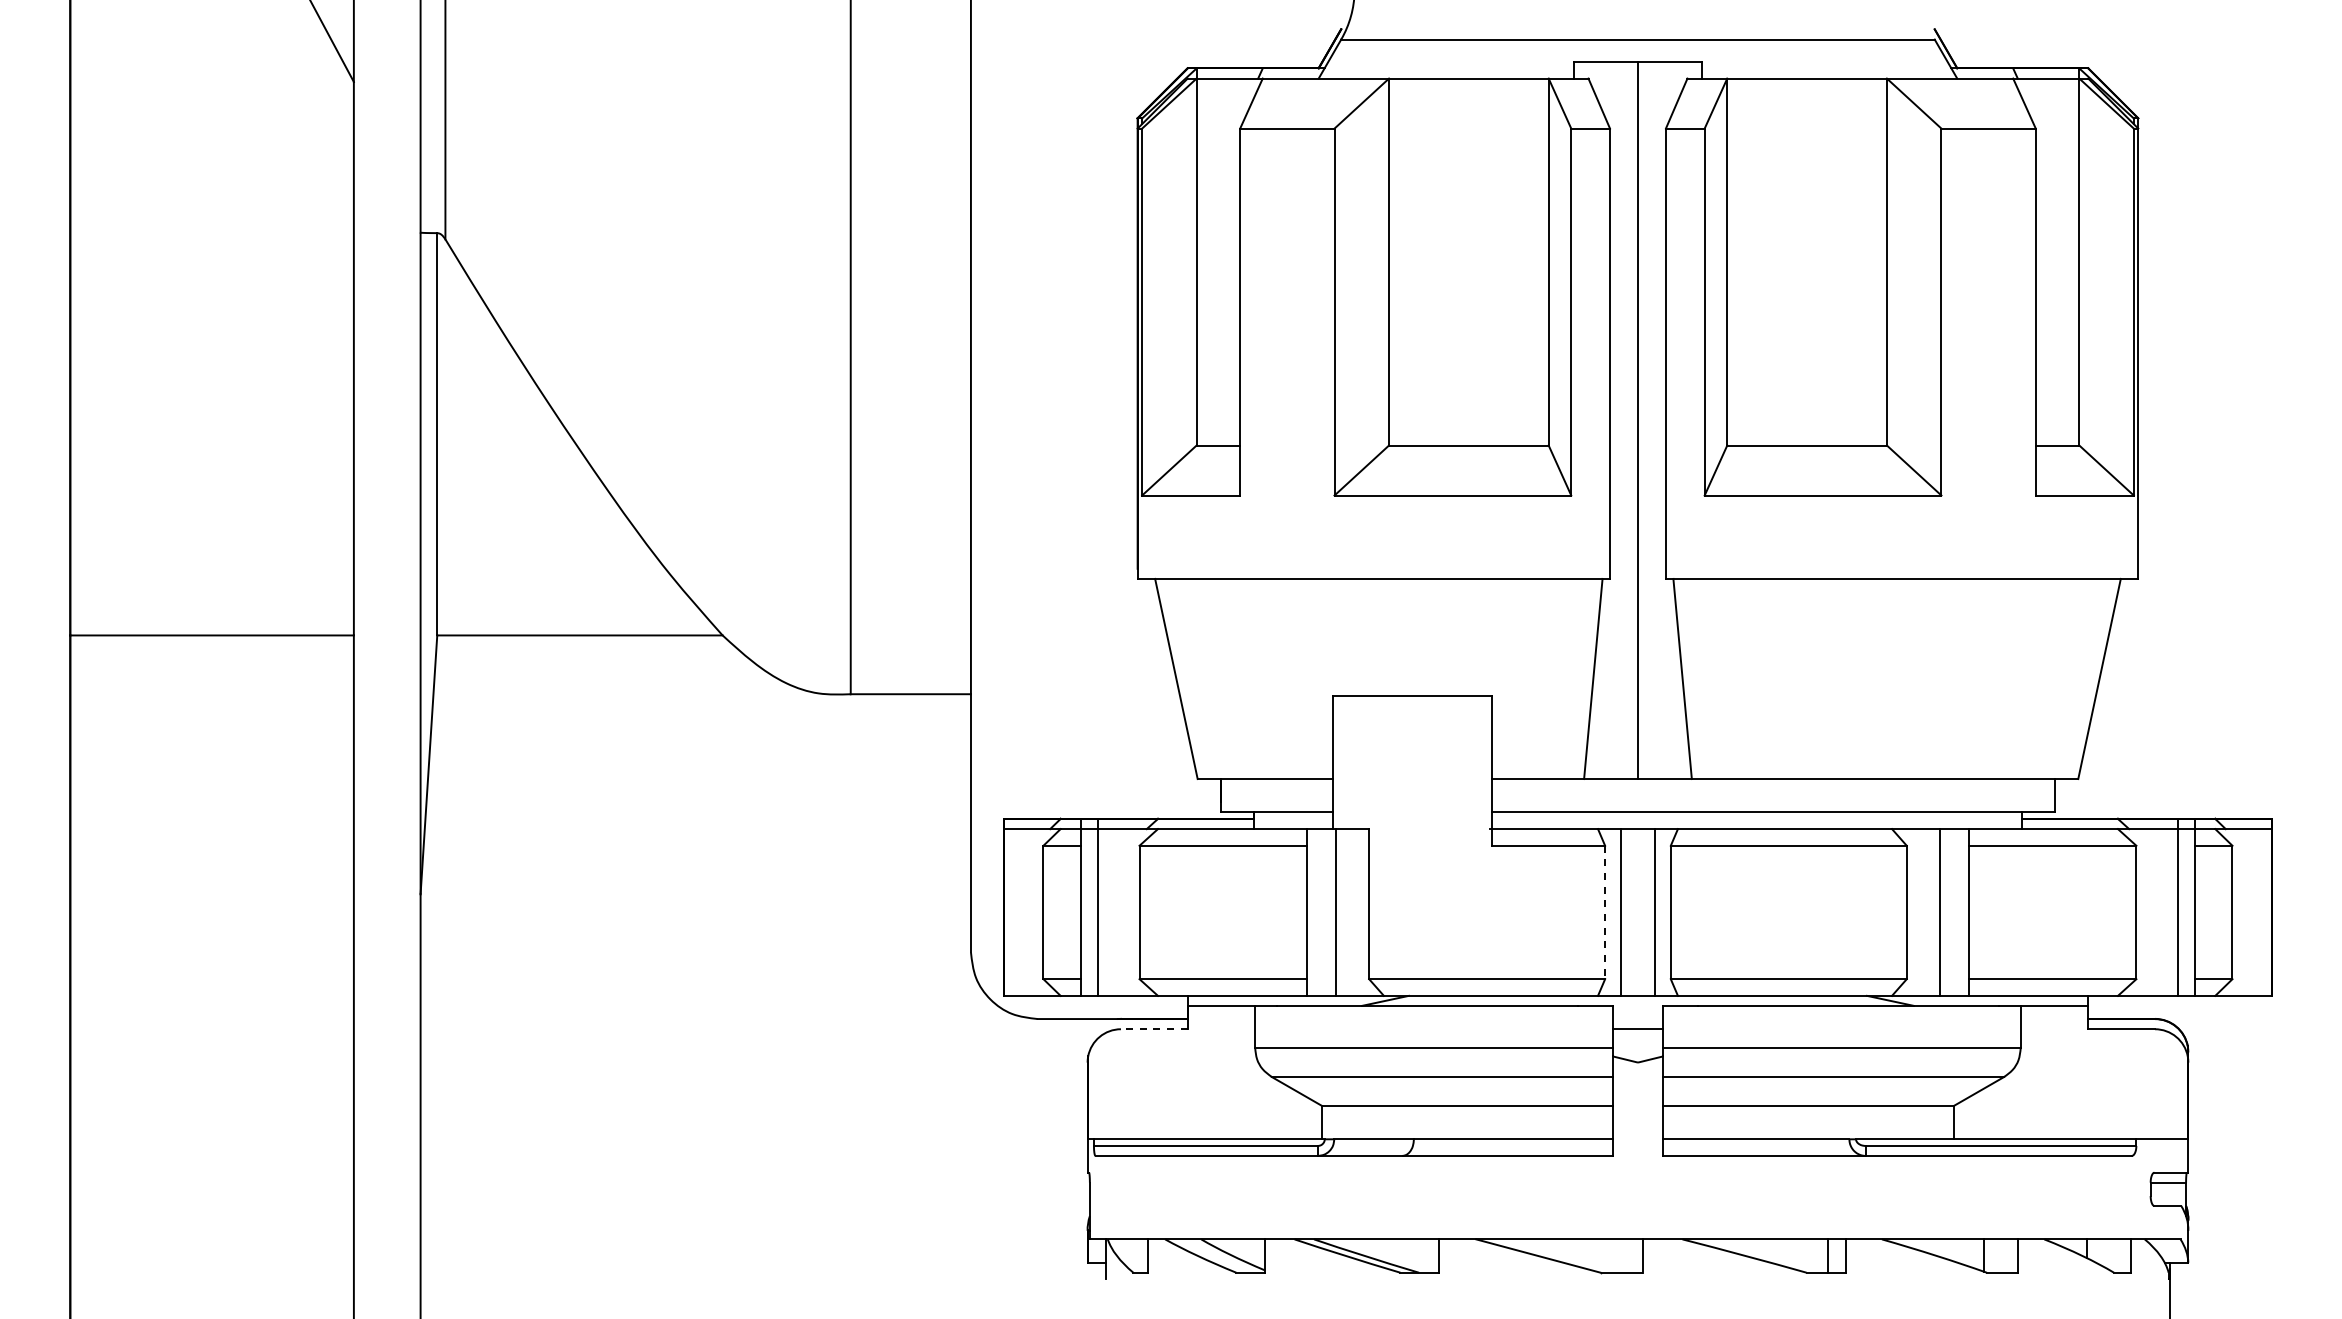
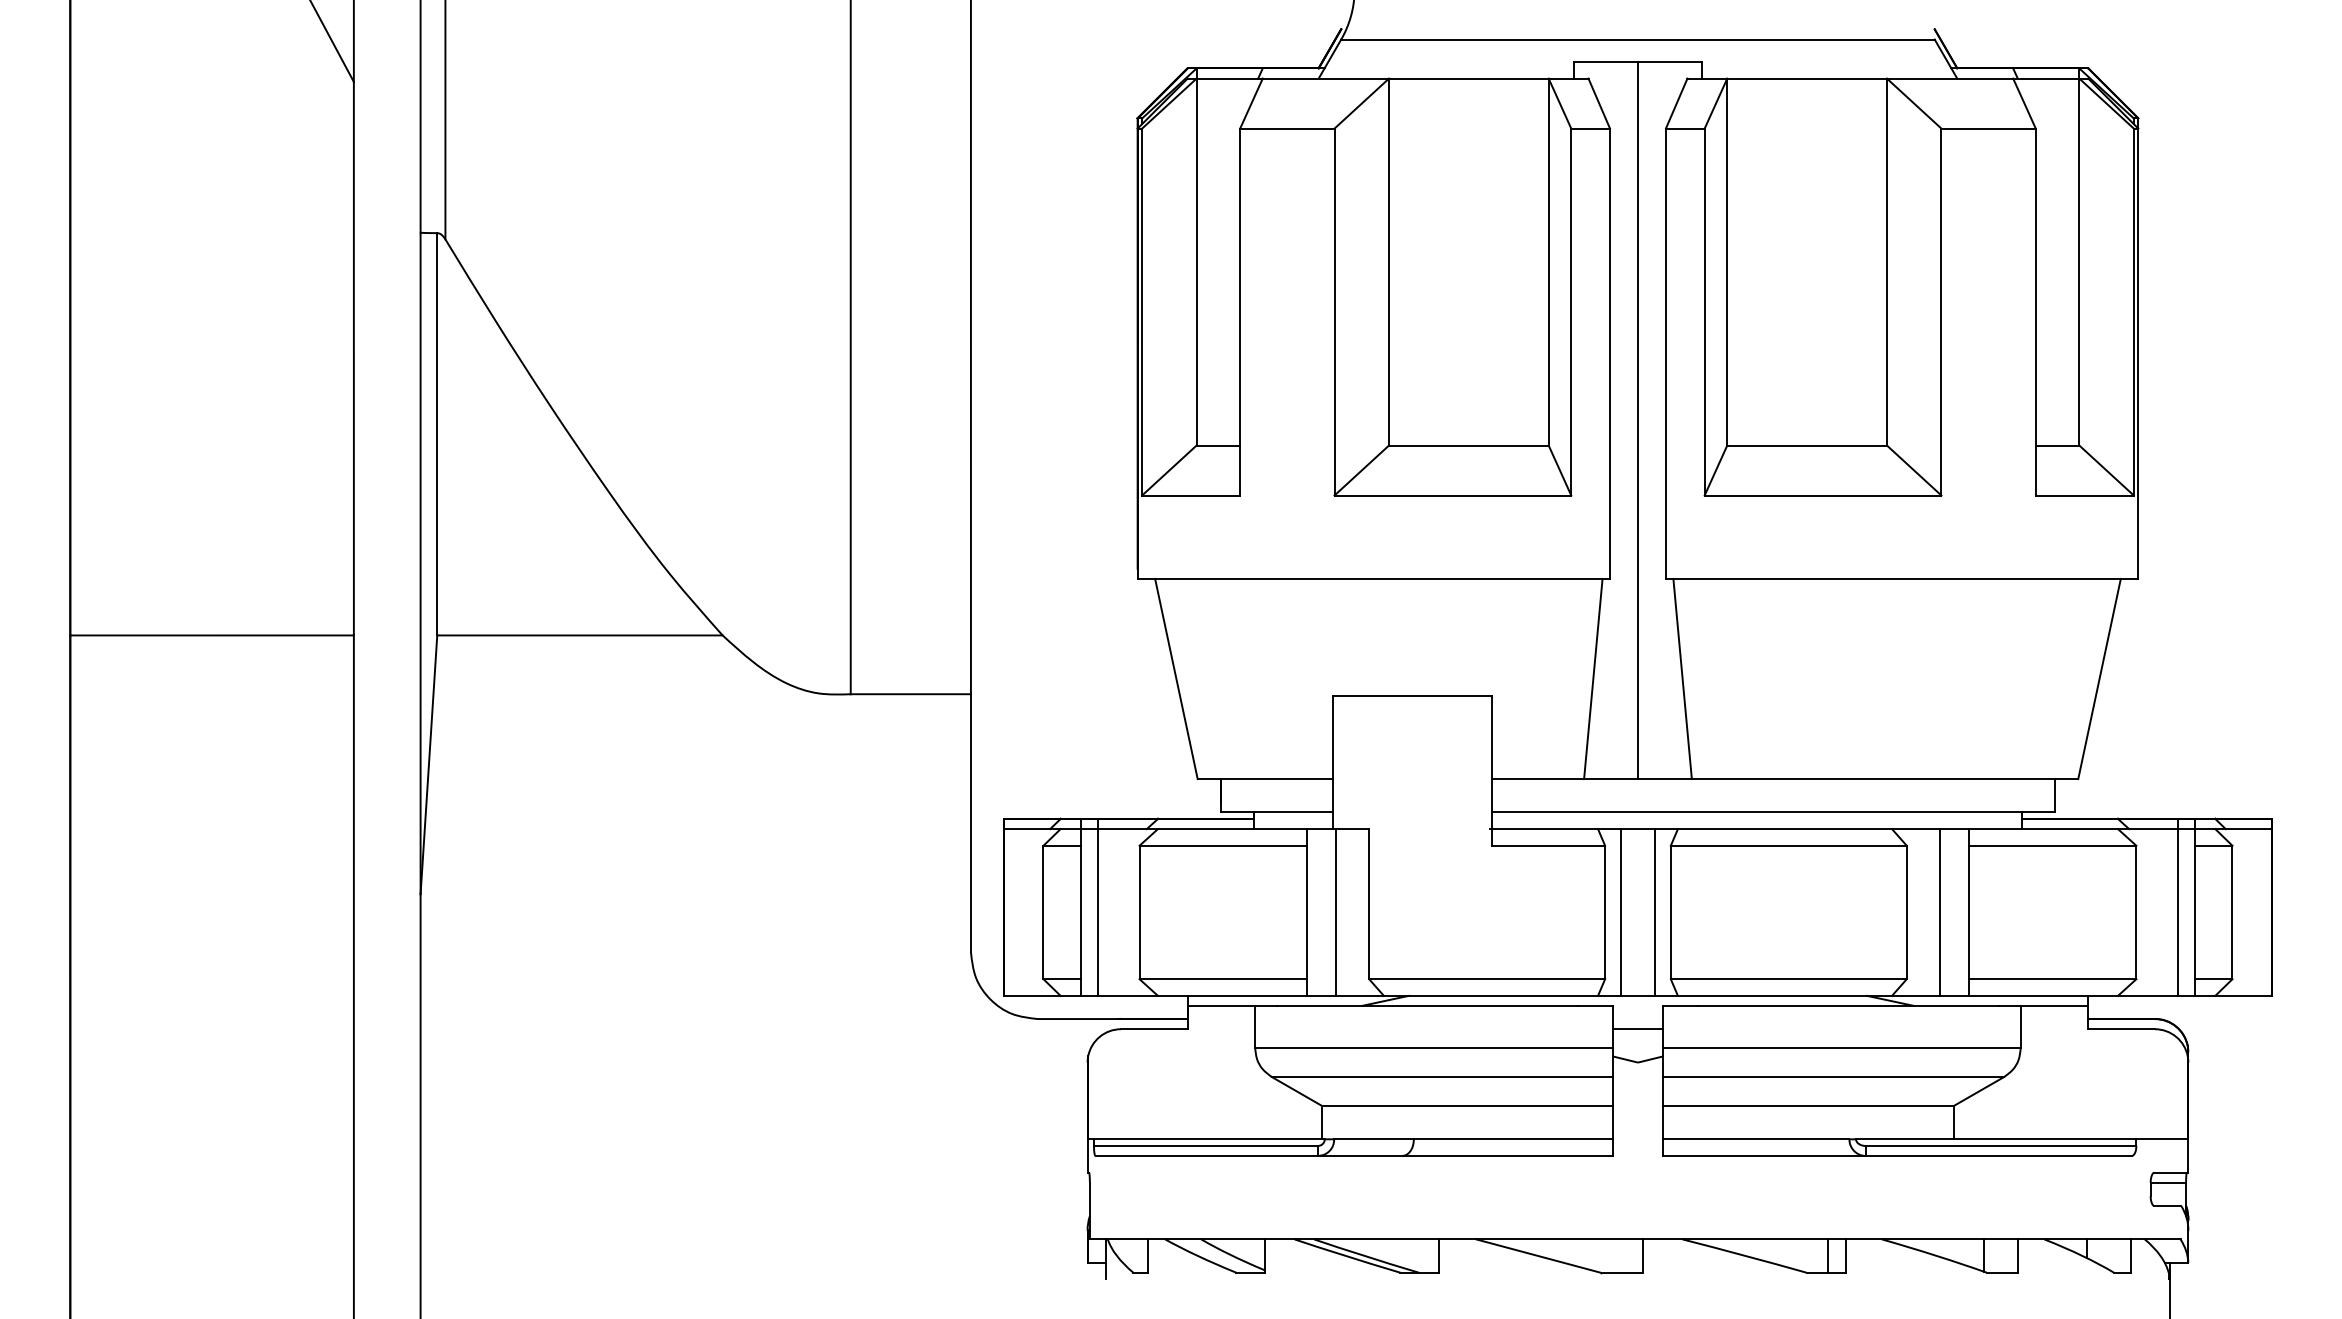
line at (1605, 912): dashed -> solid
line at (1153, 1029): dashed -> solid
